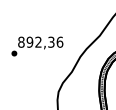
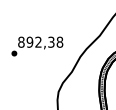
text at (59, 41): 892,36 -> 892,38
